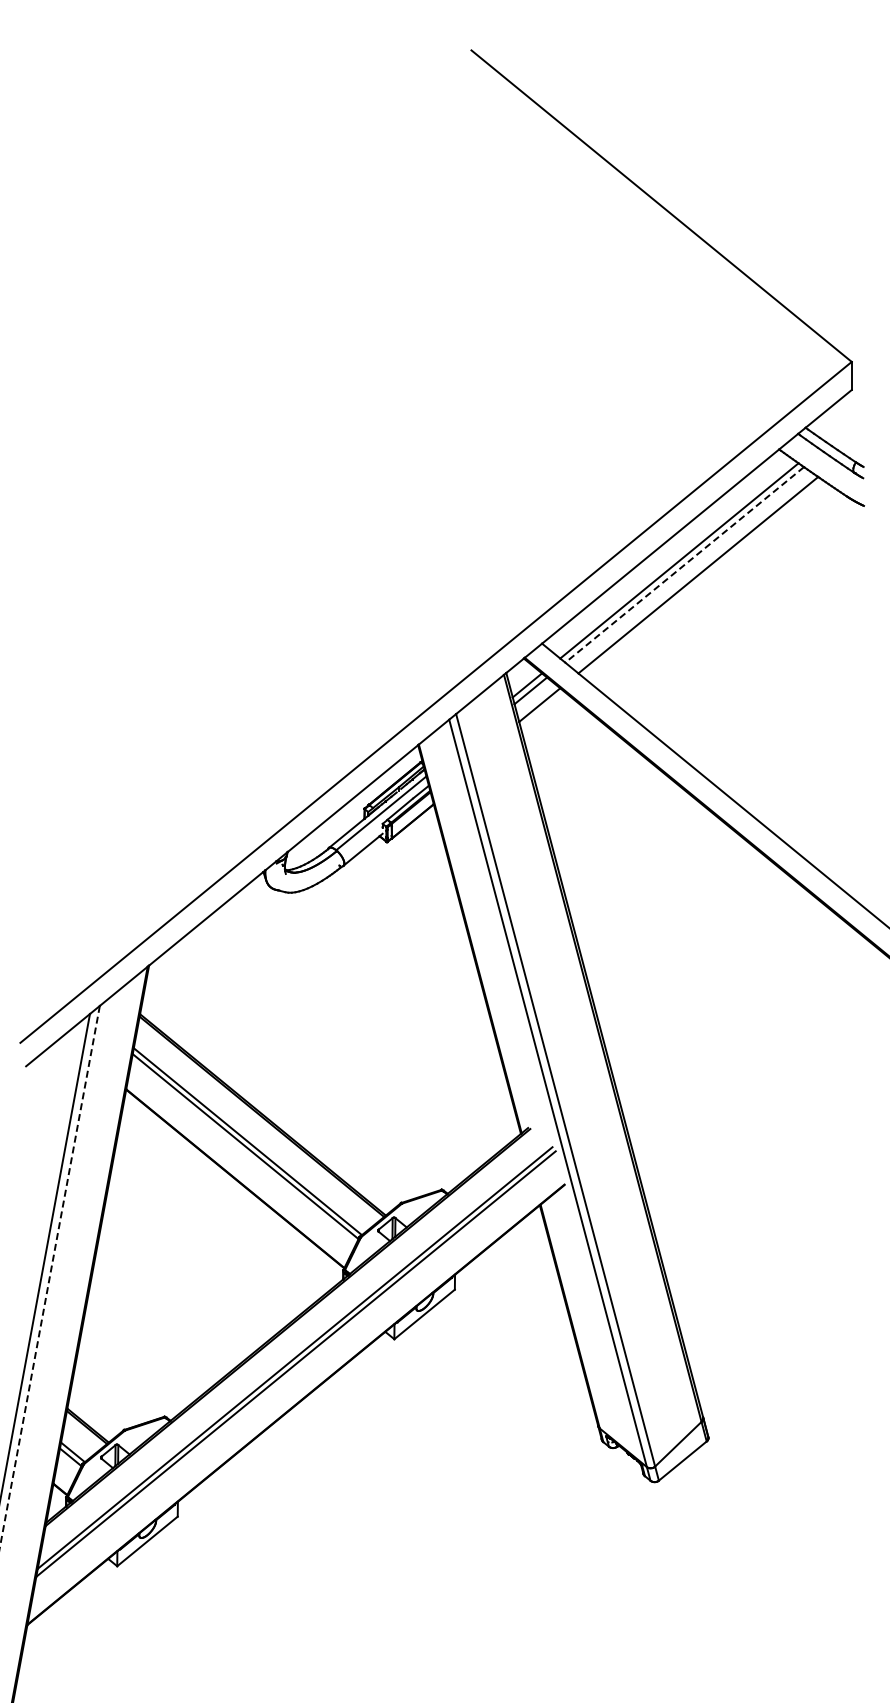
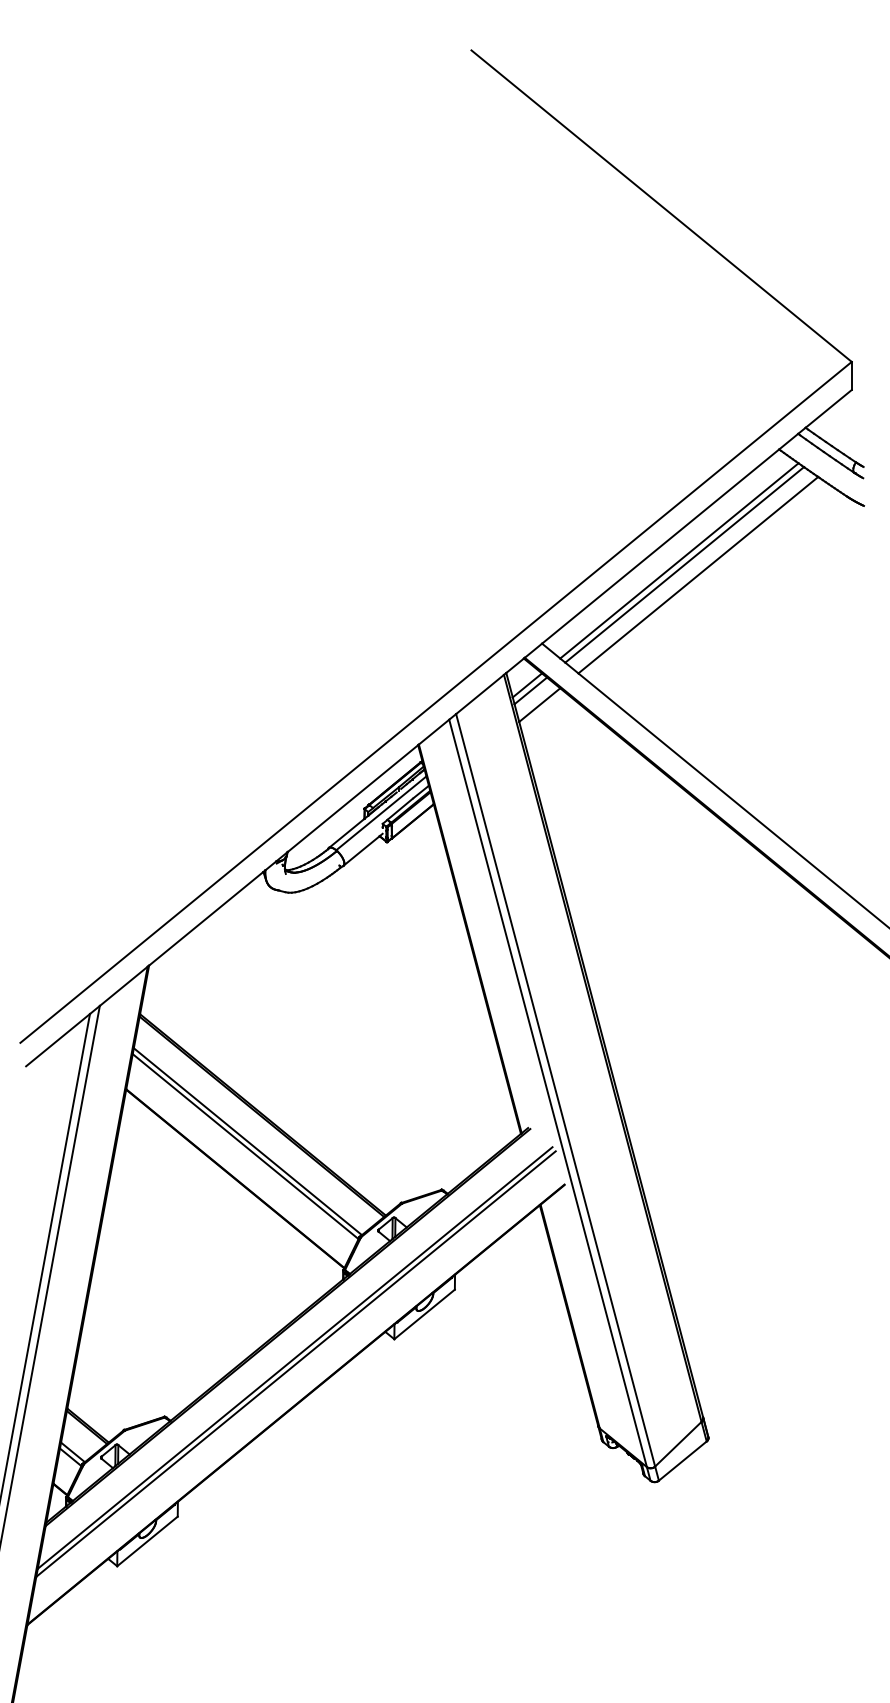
line at (684, 565): dashed -> solid
line at (49, 1276): dashed -> solid
